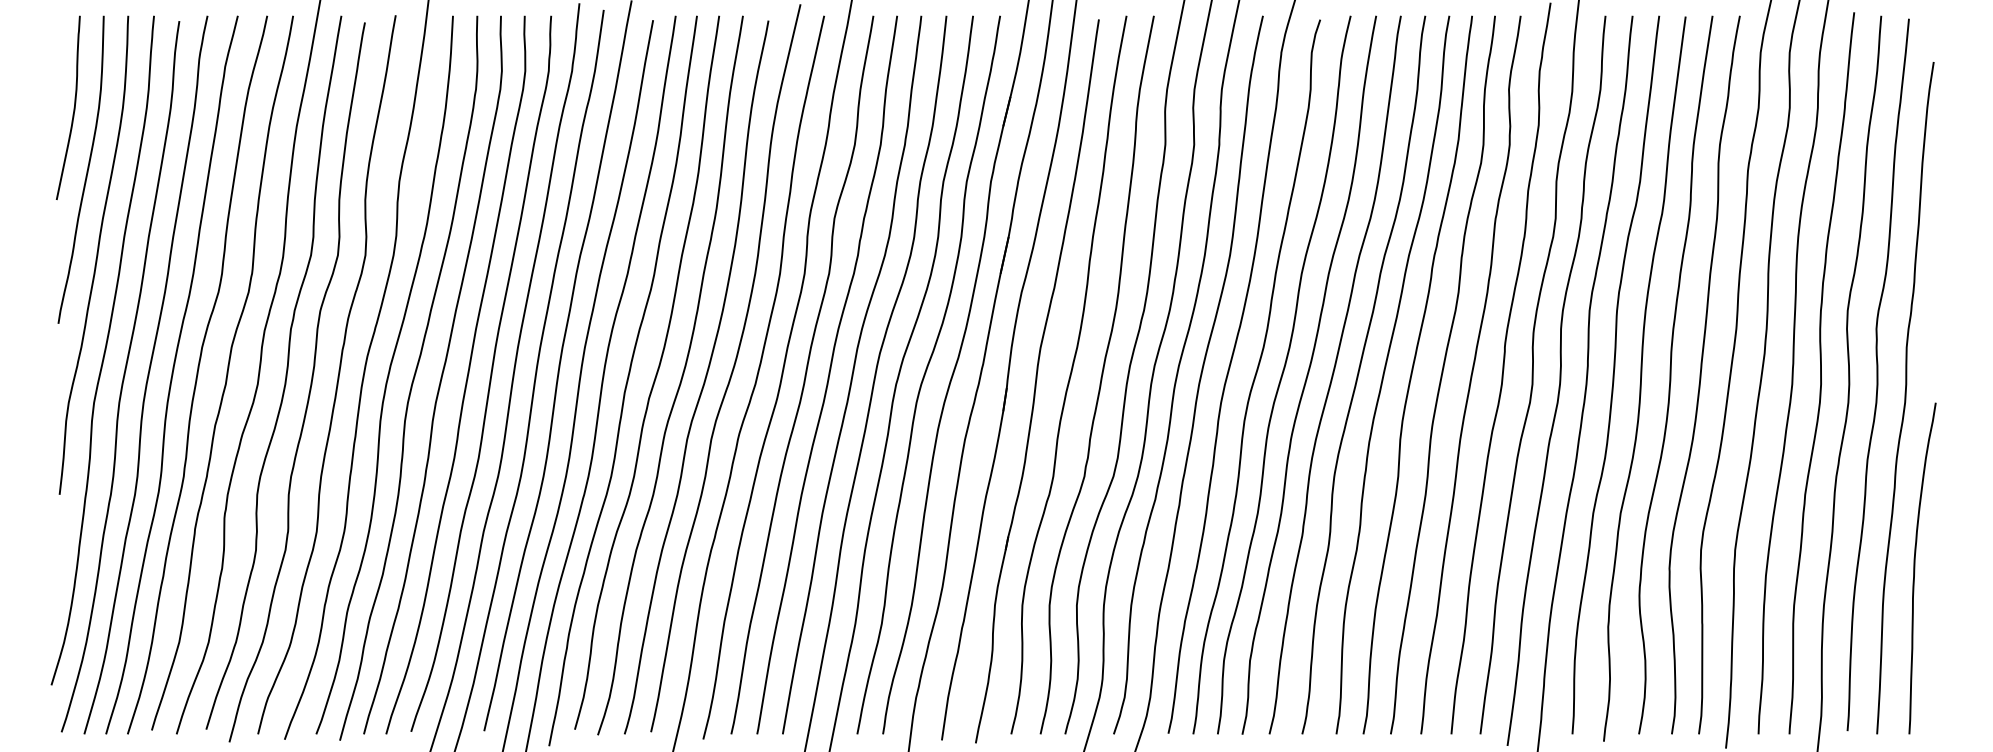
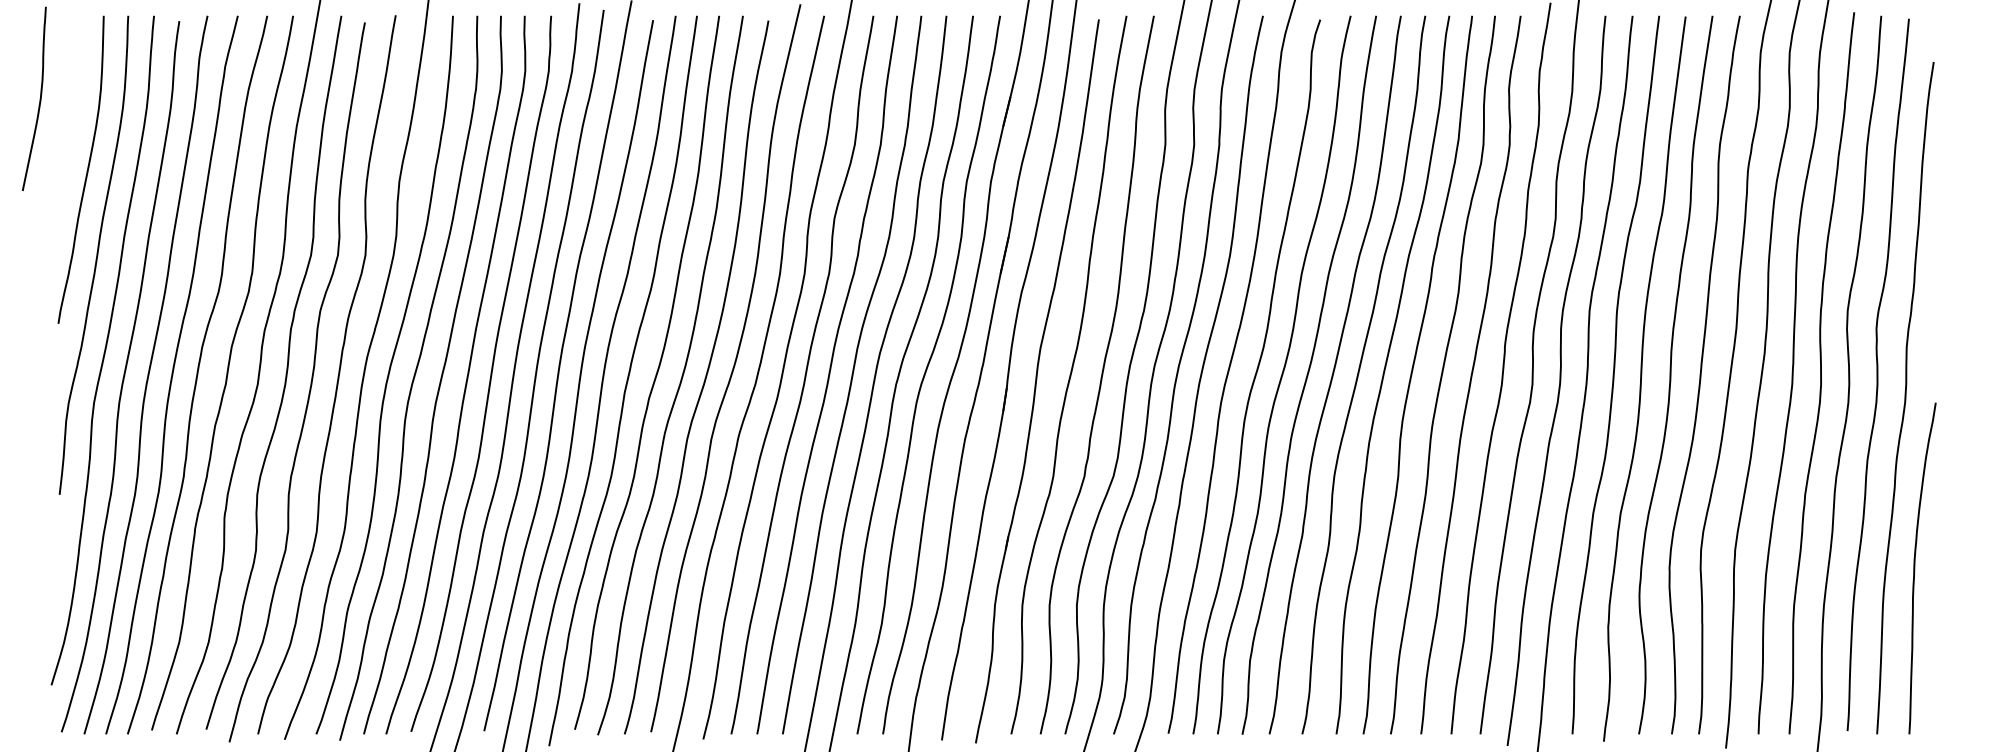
curve at (73, 107) position: (73, 107) -> (39, 98)
